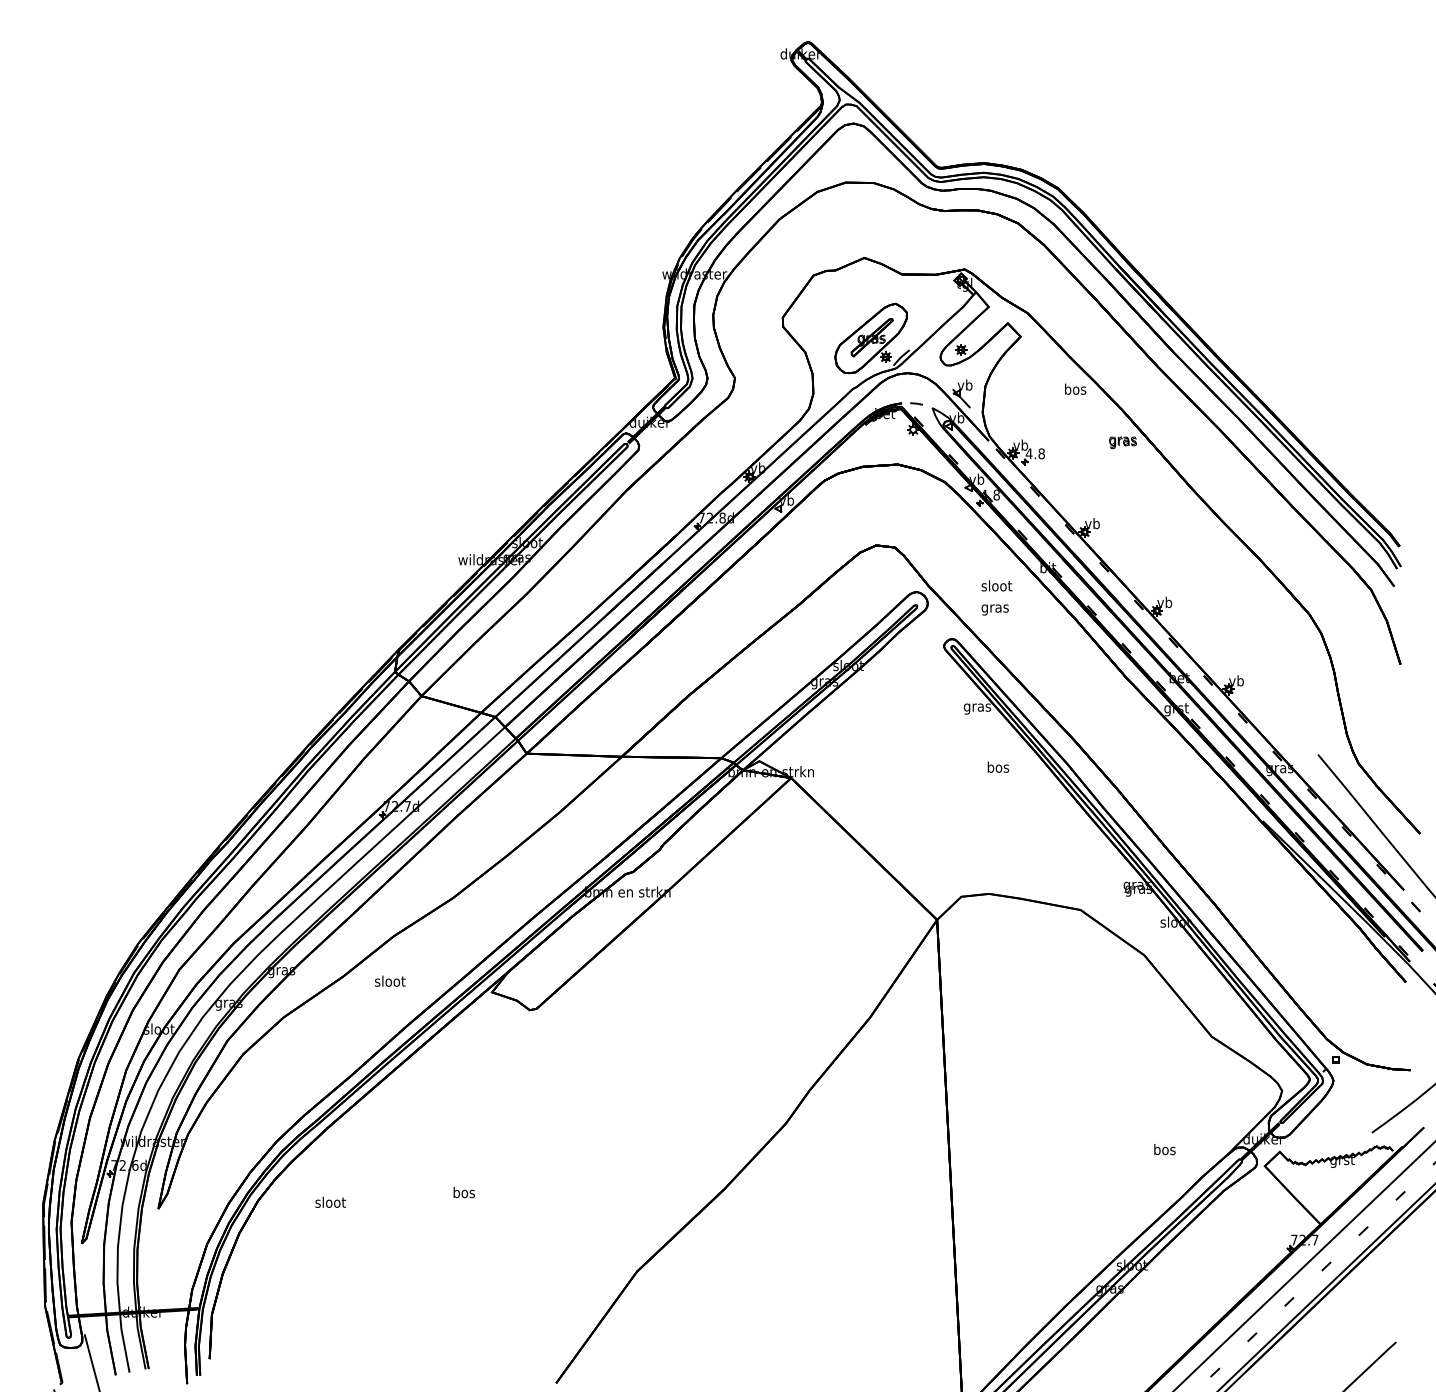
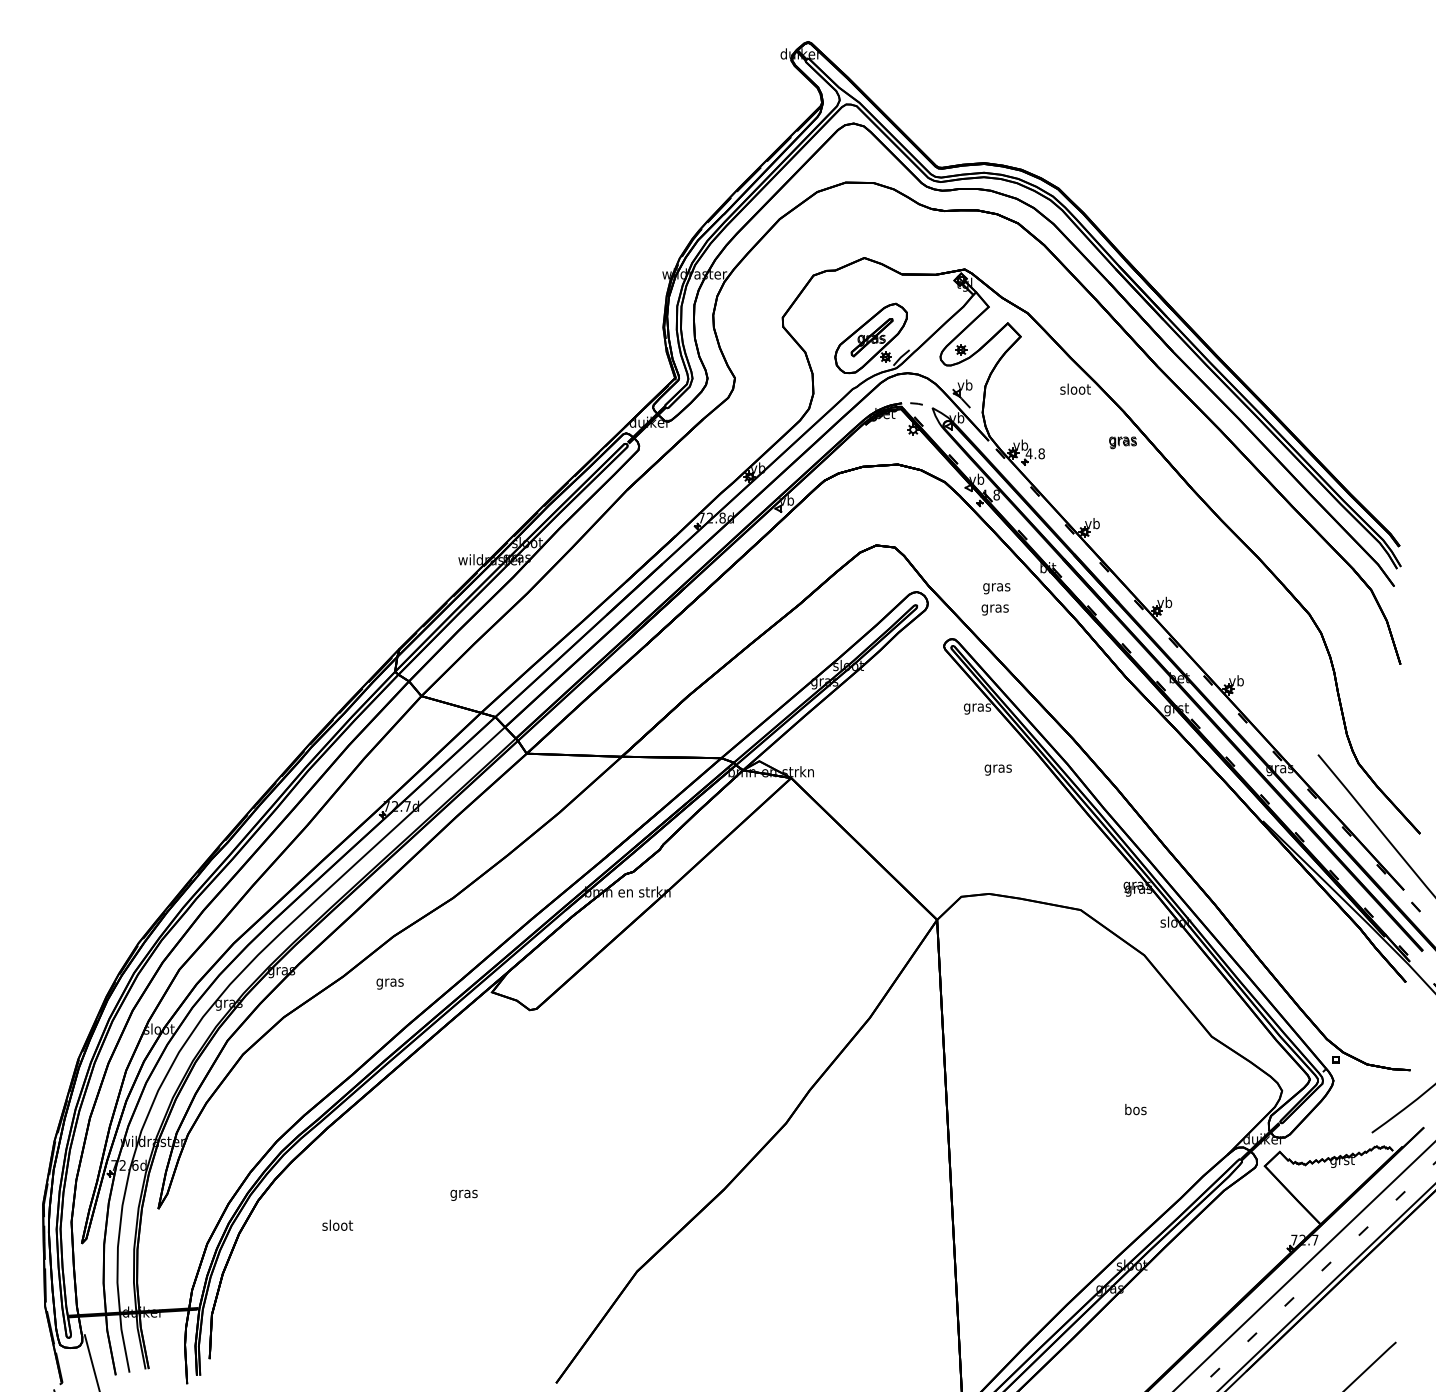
text at (1075, 388): bos -> sloot
text at (996, 587): sloot -> gras
text at (997, 768): bos -> gras
text at (390, 982): sloot -> gras
text at (1164, 1149) position: (1164, 1149) -> (1135, 1109)
text at (463, 1193): bos -> gras
text at (330, 1201) position: (330, 1201) -> (337, 1224)
